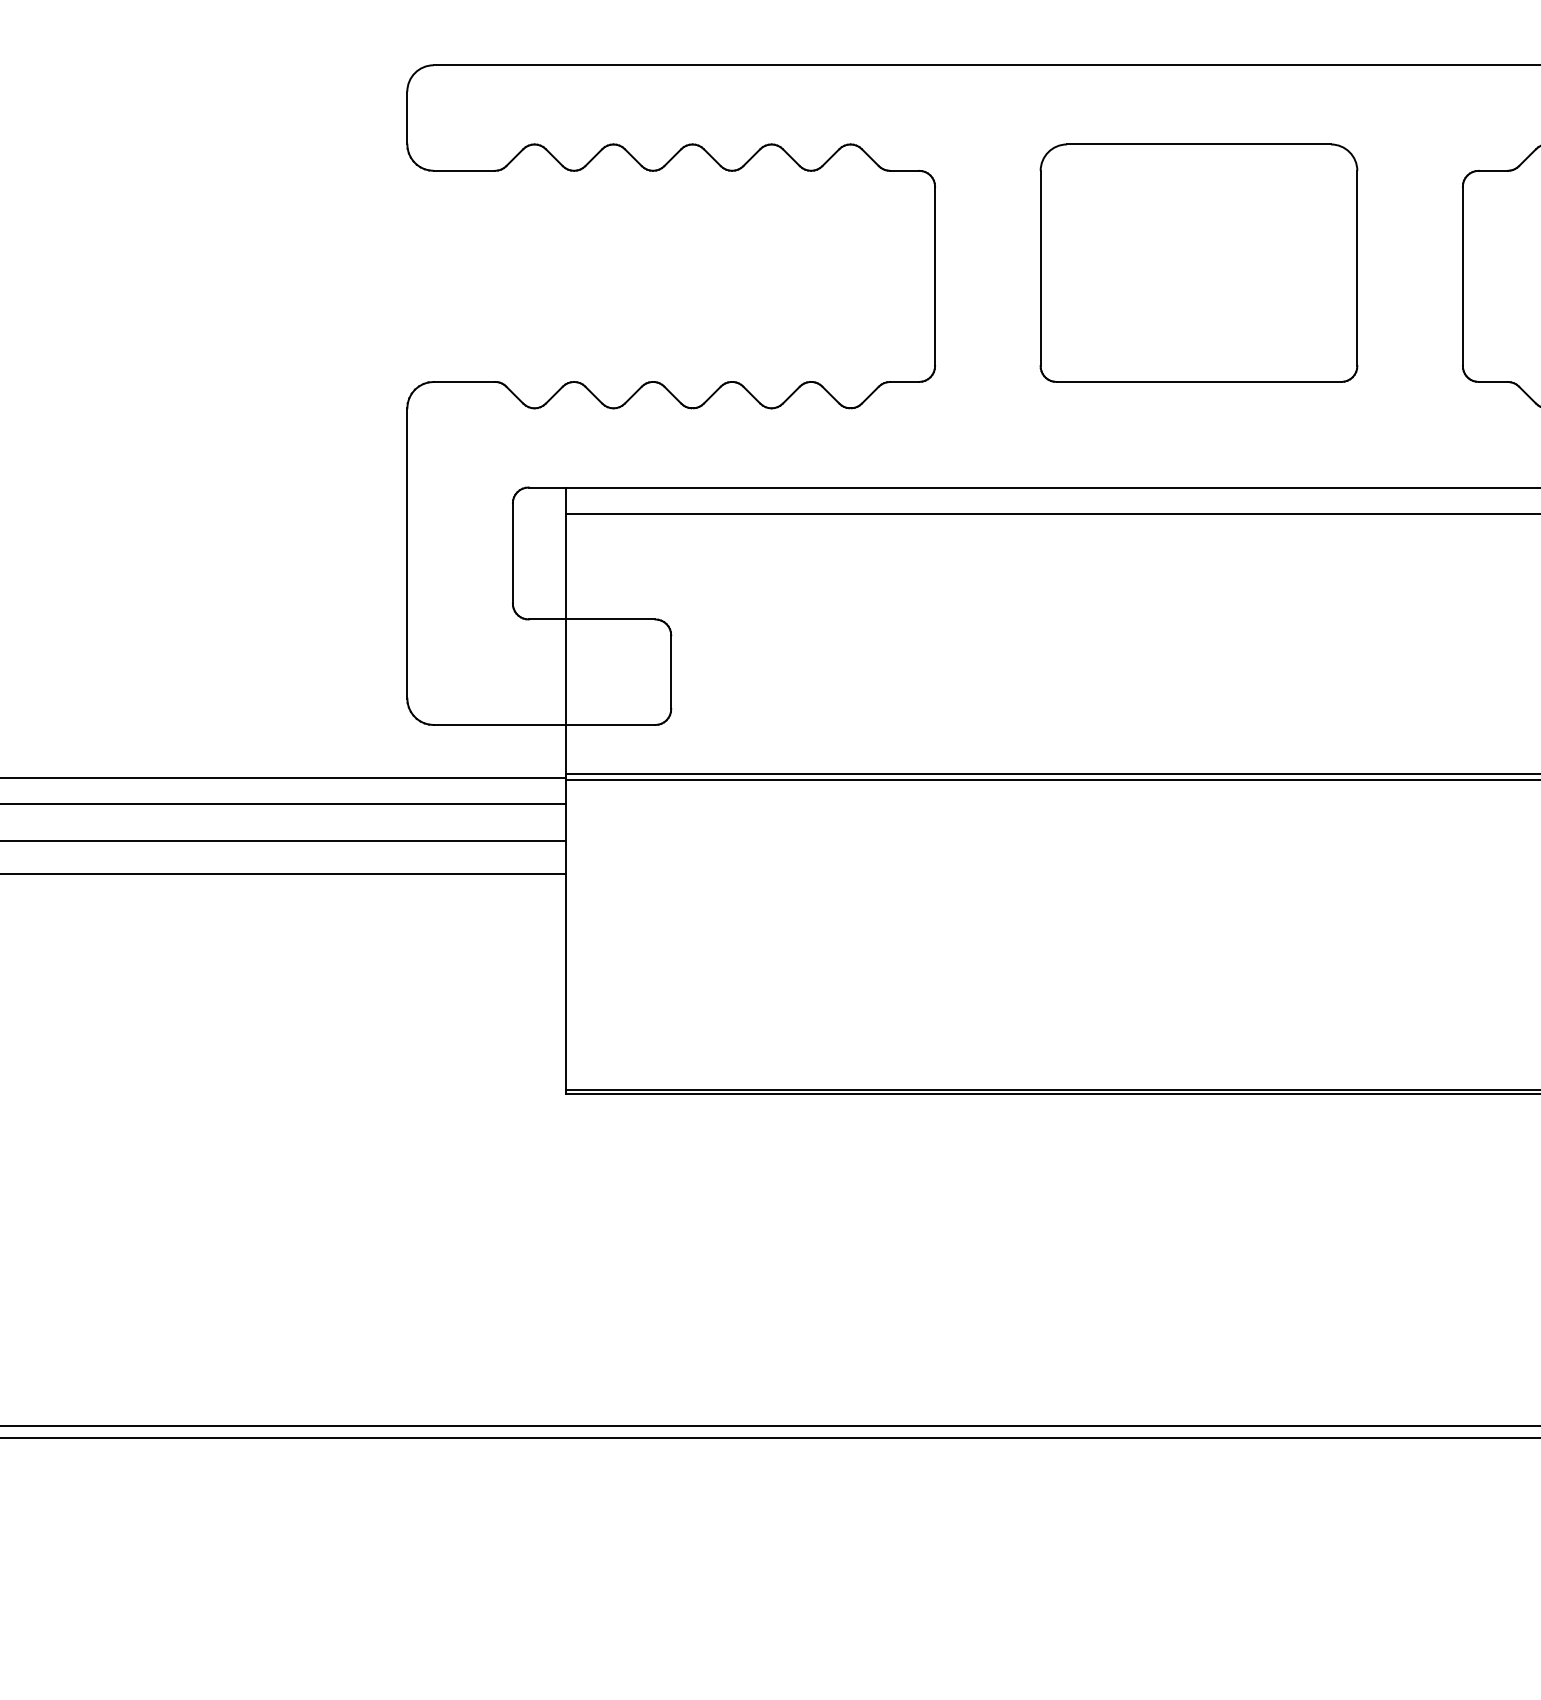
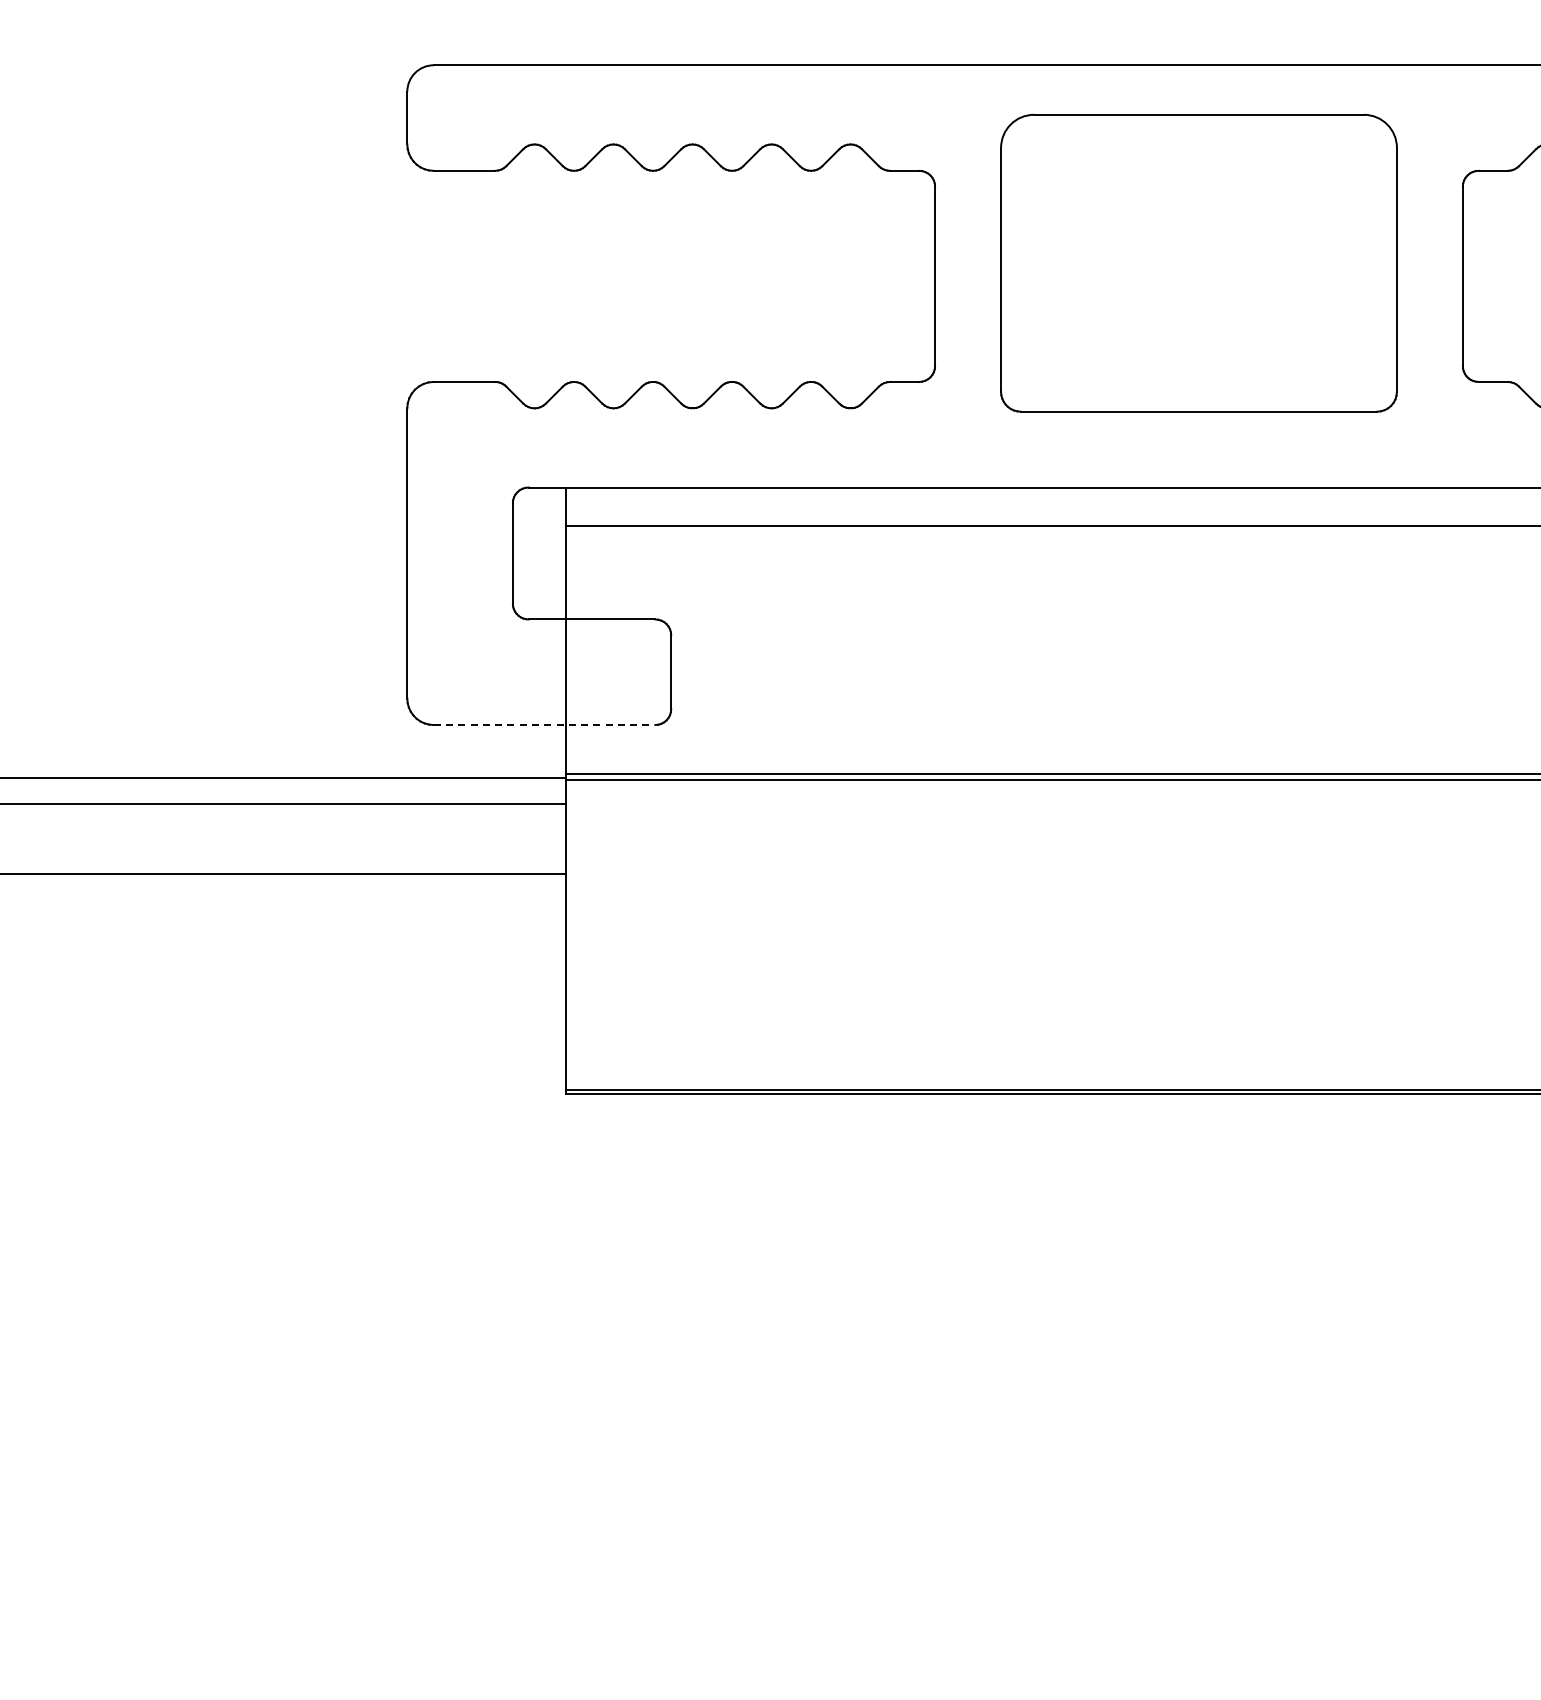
part at (1198, 262) size: 320x240 px -> 398x299 px
line at (1051, 513) position: (1051, 513) -> (1051, 525)
line at (544, 725): solid -> dashed
line at (283, 840): present -> none
line at (769, 1425): present -> none
line at (769, 1437): present -> none
